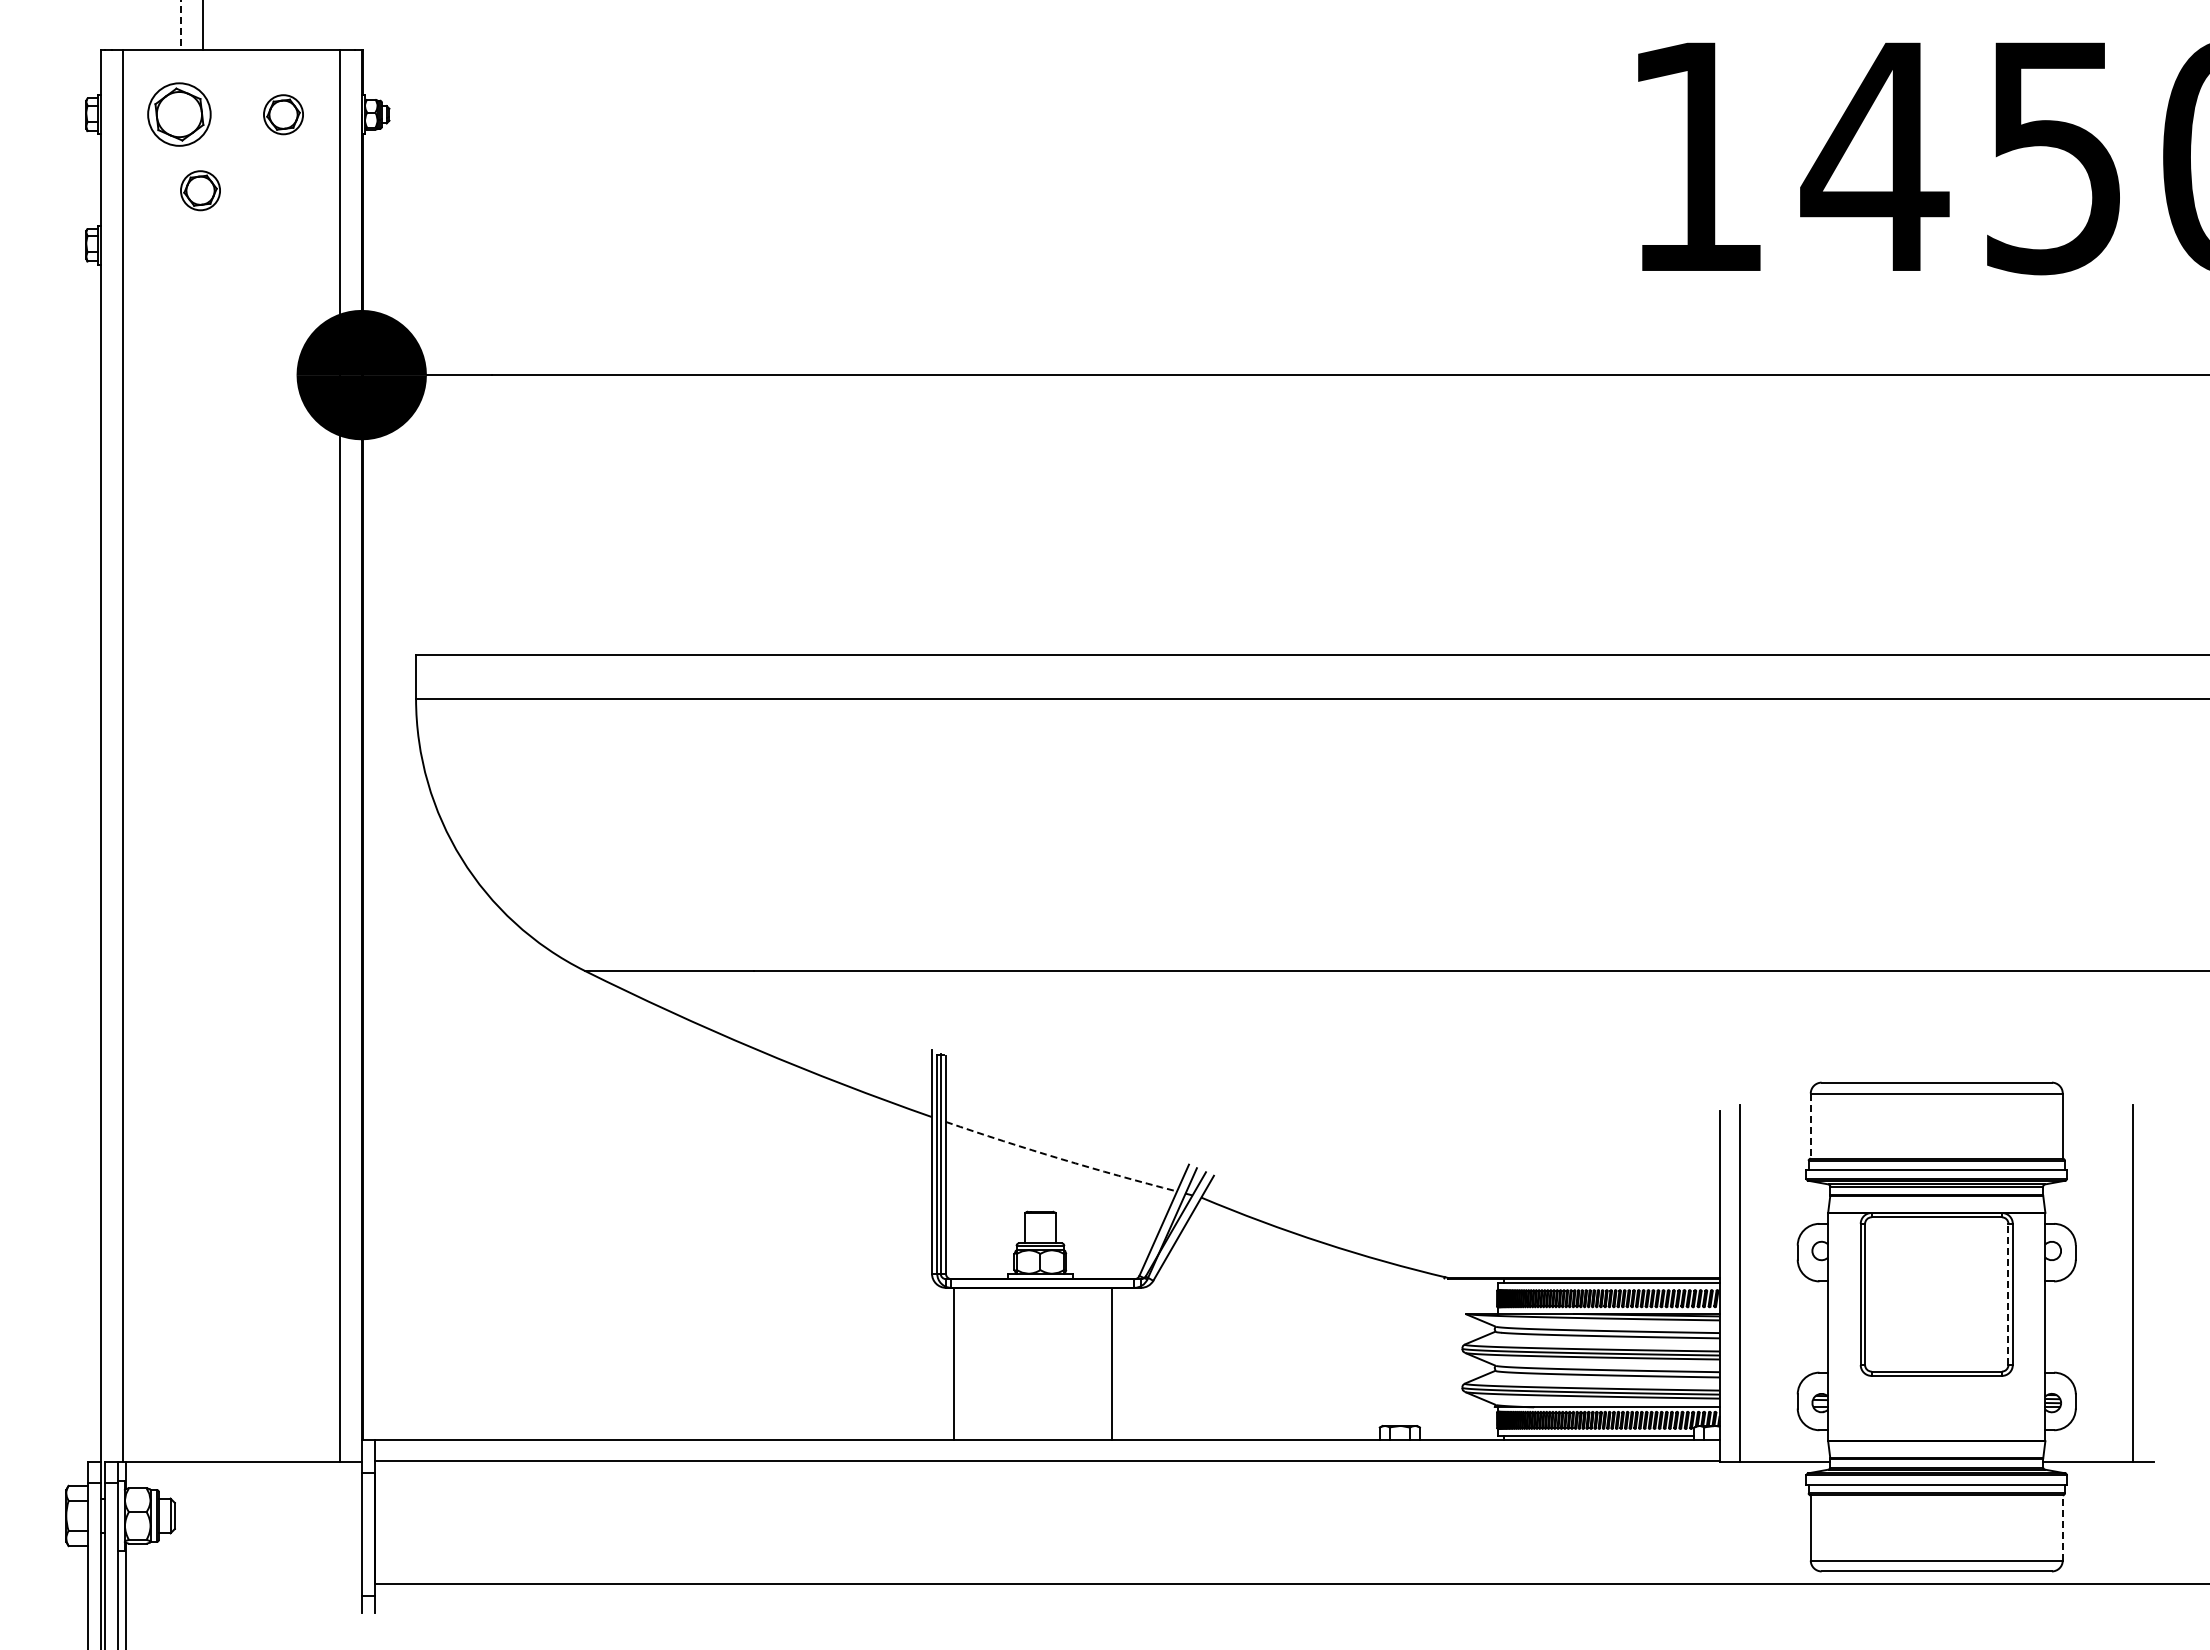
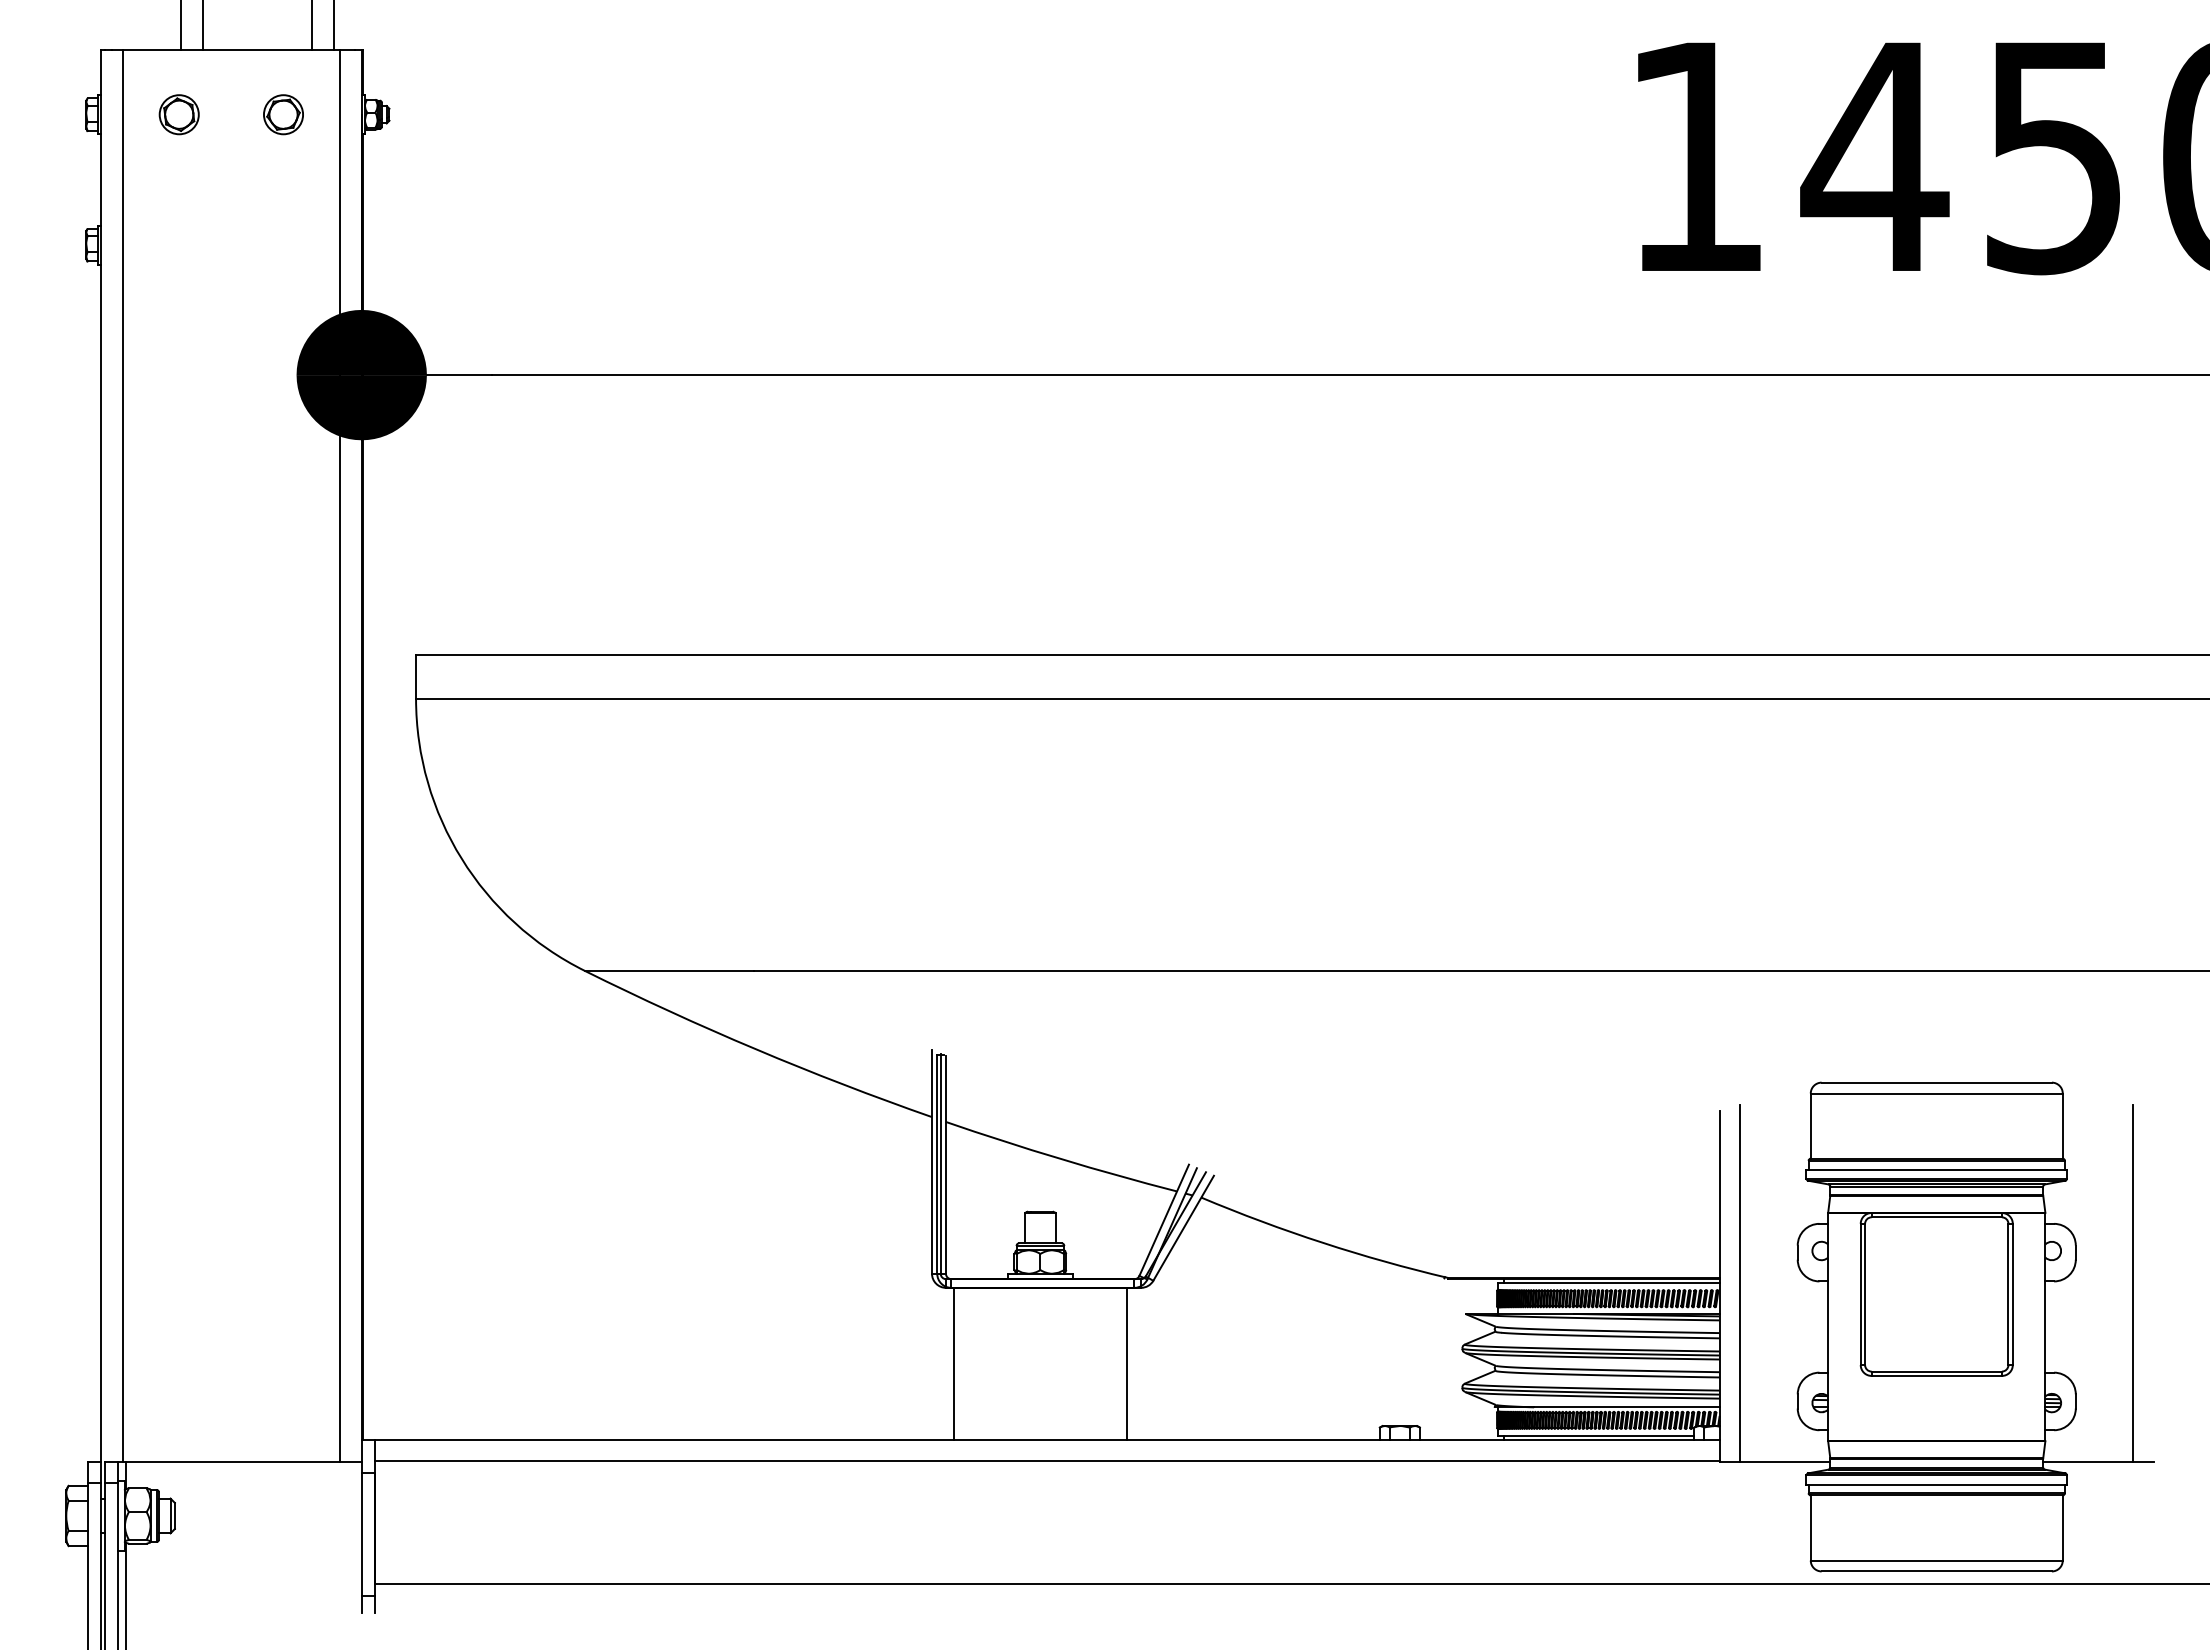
line at (181, 25): dashed -> solid
line at (311, 25): none -> present
line at (333, 25): none -> present
part at (179, 114) size: 65x65 px -> 42x42 px
part at (200, 190): present -> none
line at (1810, 1126): dashed -> solid
arc at (1060, 1158): dashed -> solid
line at (2008, 1294): dashed -> solid
line at (1112, 1363) position: (1112, 1363) -> (1127, 1363)
line at (2062, 1527): dashed -> solid
